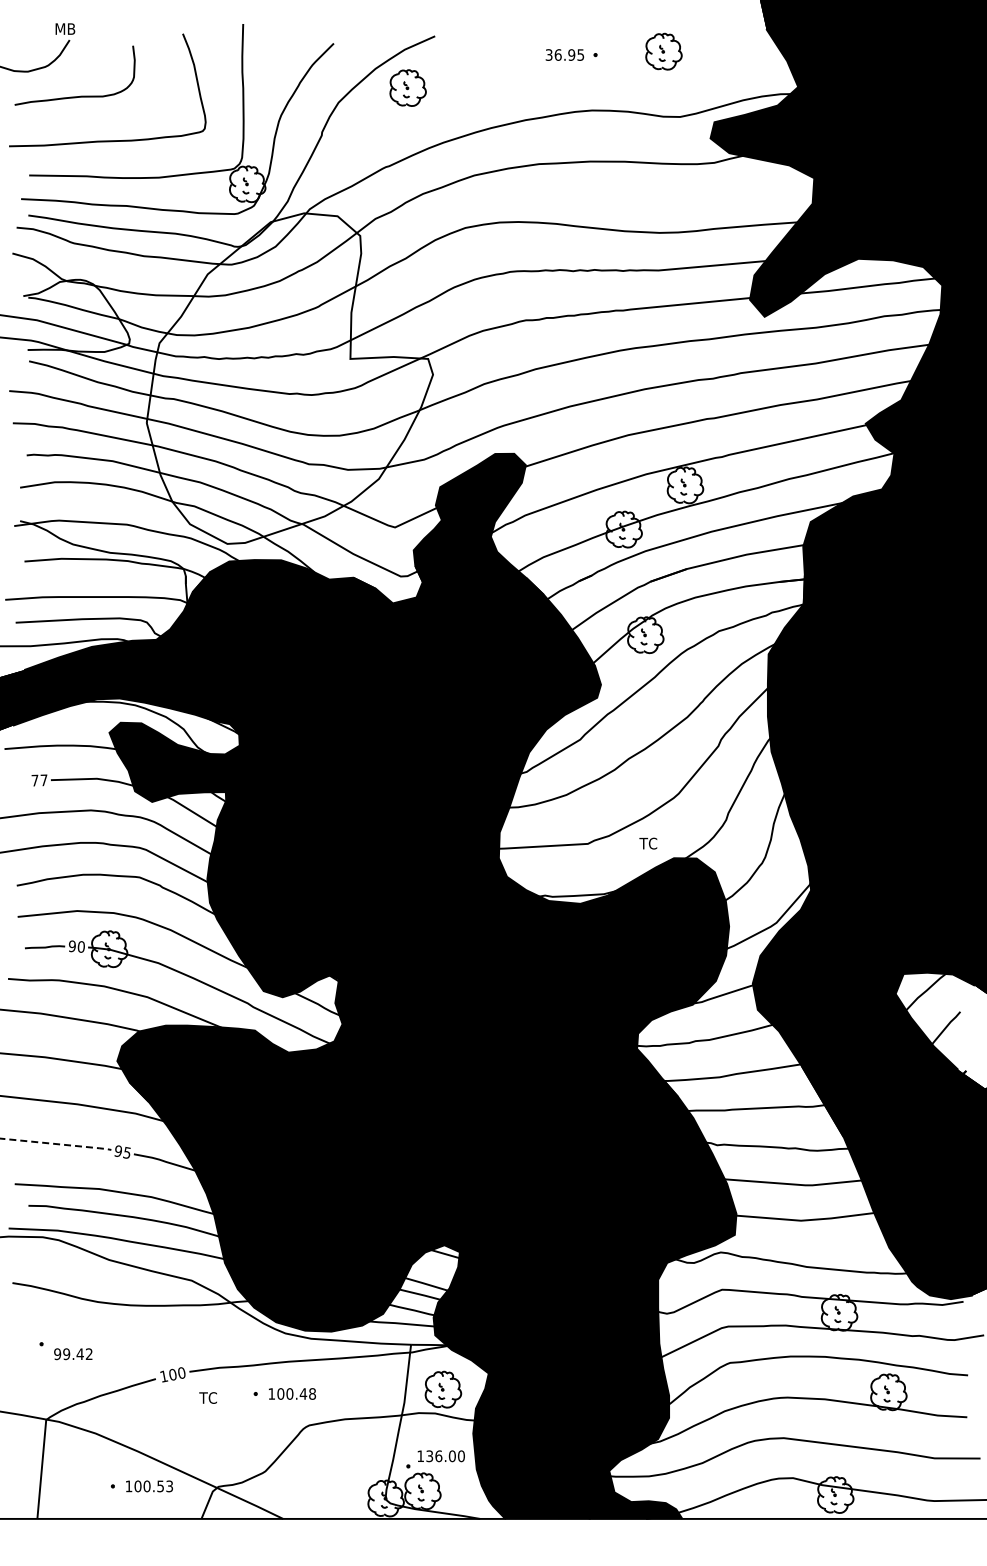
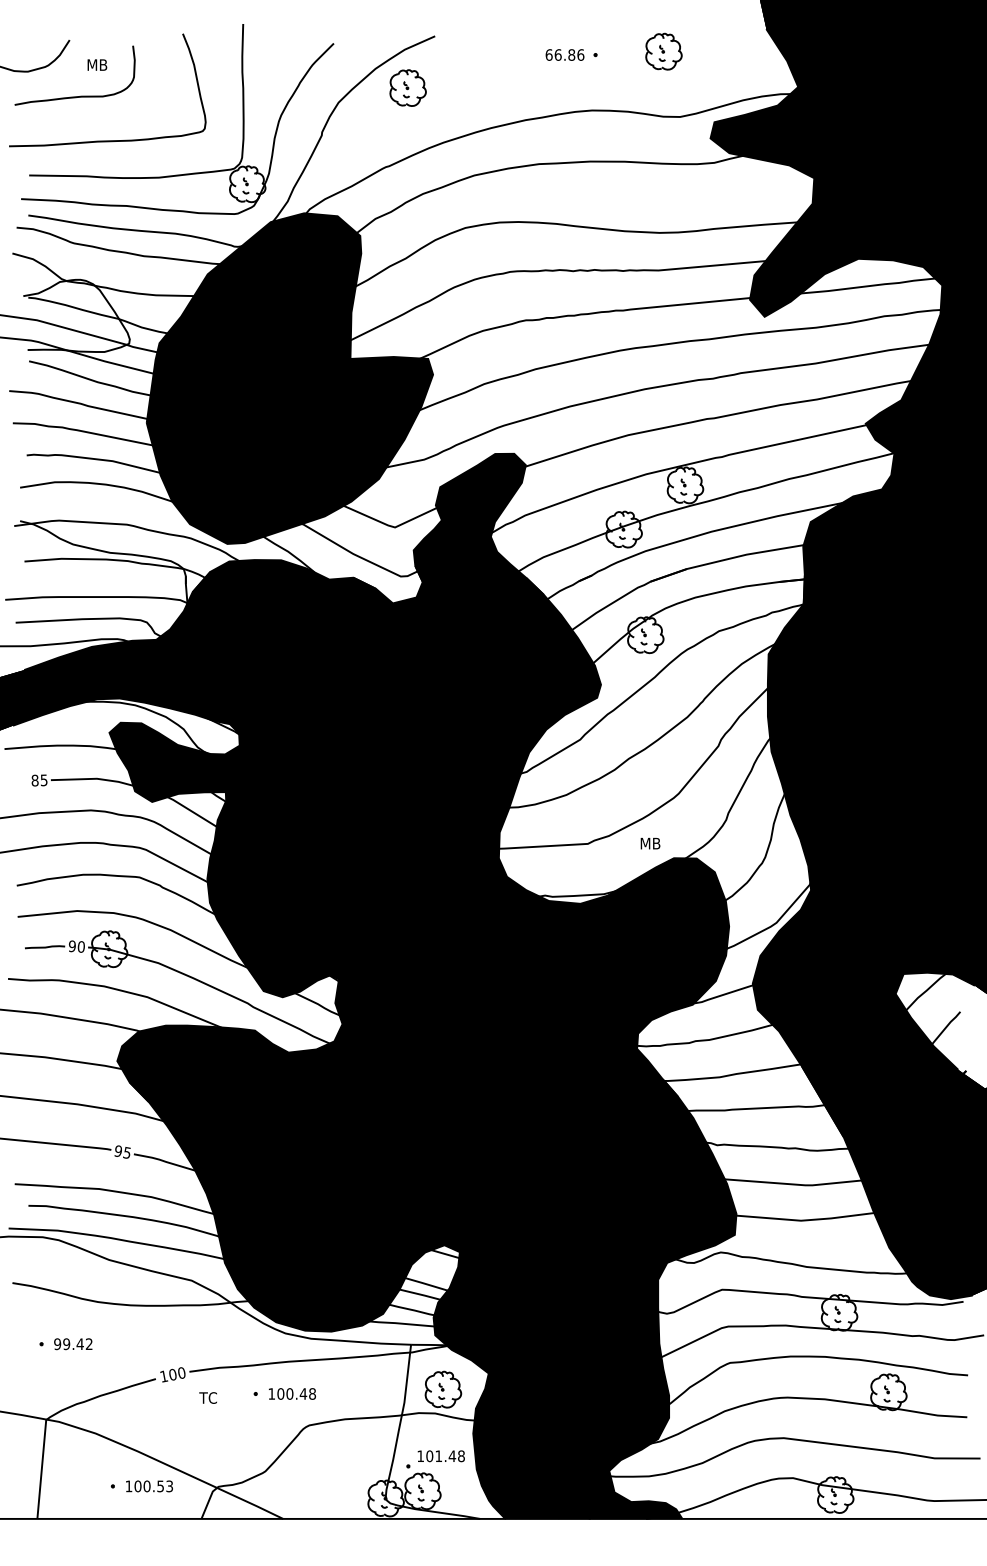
text at (65, 28) position: (65, 28) -> (97, 64)
text at (564, 54): 36.95 -> 66.86
fill at (289, 378): none -> present
text at (39, 780): 77 -> 85
text at (649, 843): TC -> MB
line at (58, 1144): dashed -> solid
text at (73, 1354) position: (73, 1354) -> (73, 1344)
text at (445, 1456): 136.00 -> 101.48
